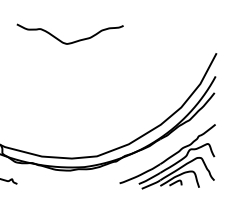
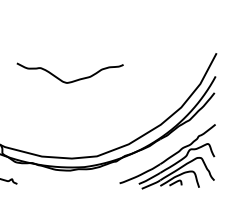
curve at (72, 41) position: (72, 41) -> (72, 80)
